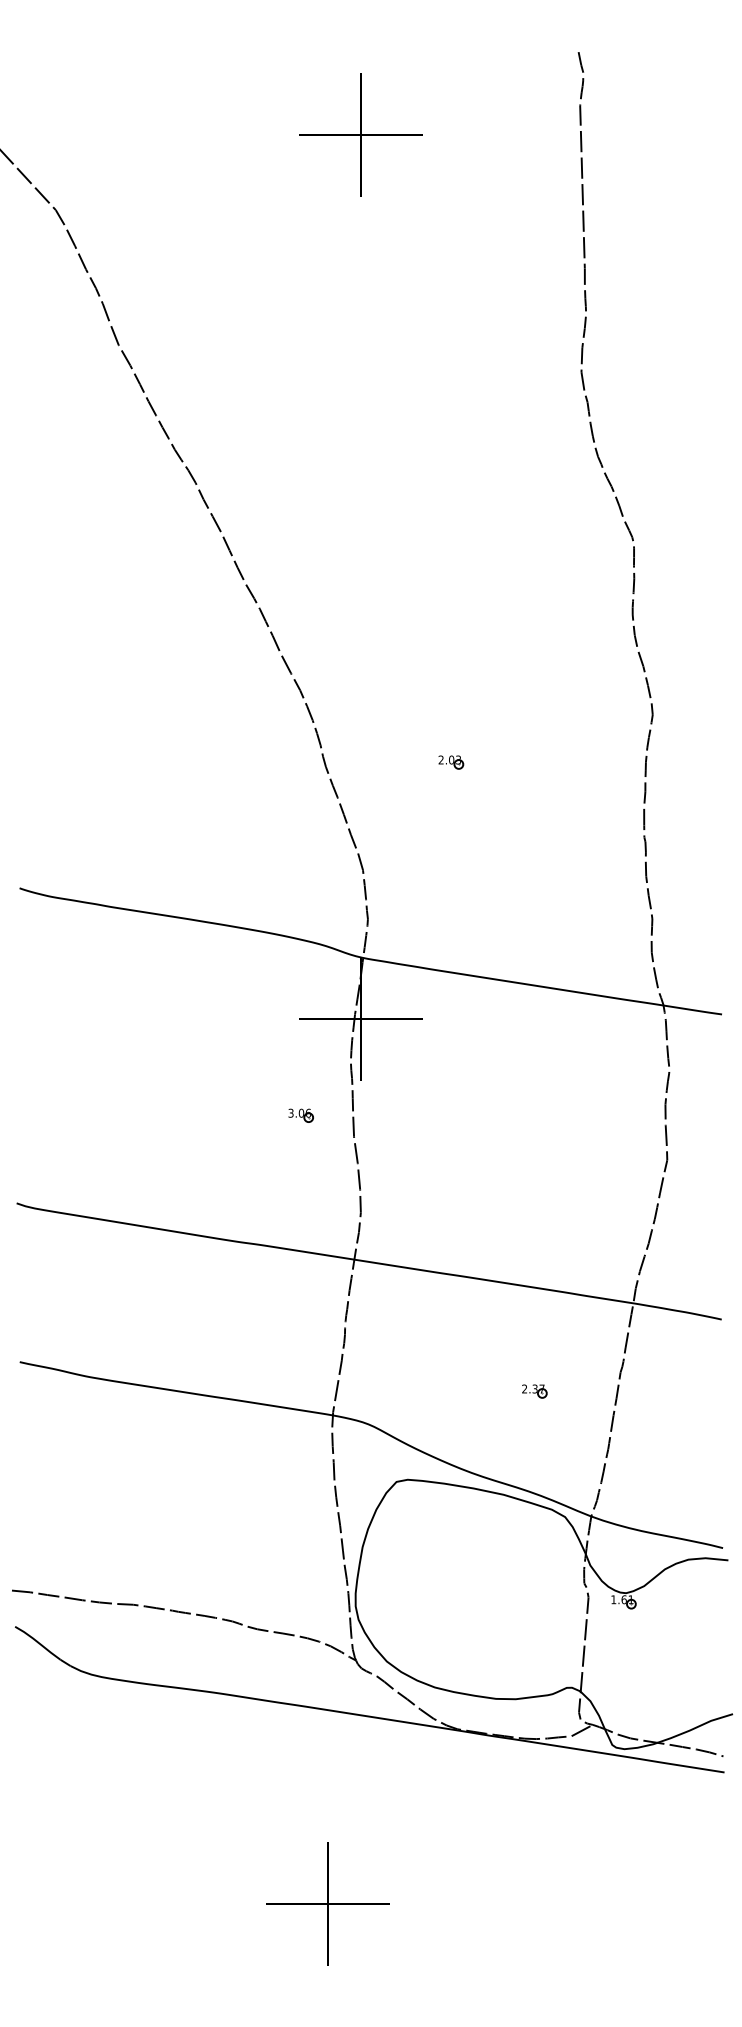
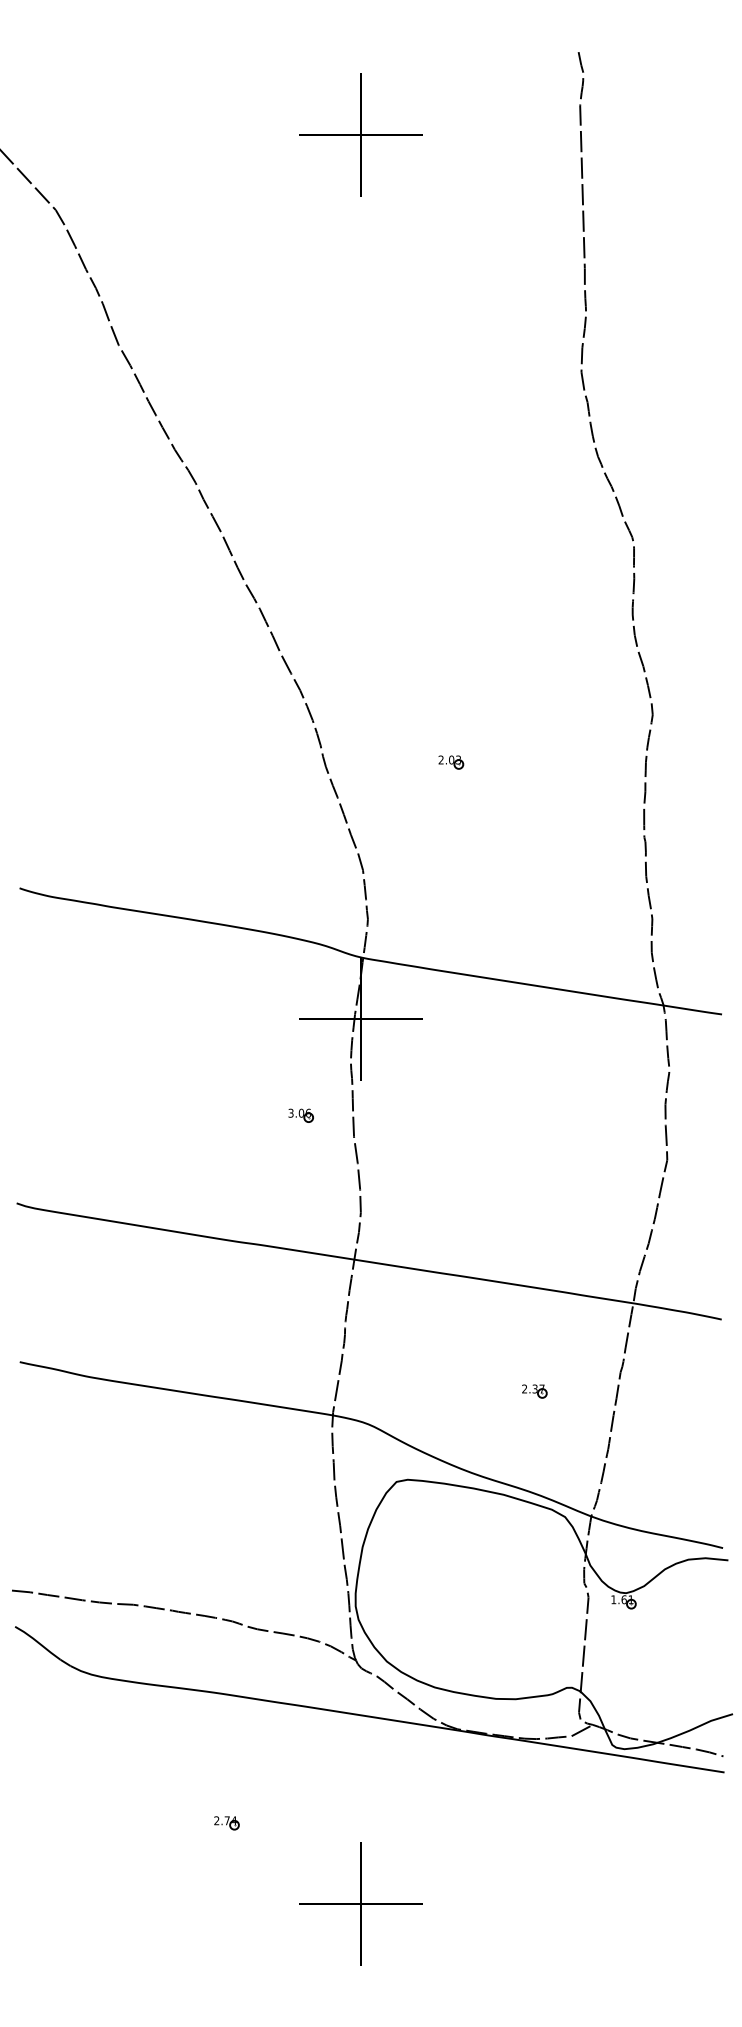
part at (226, 1823): none -> present
part at (327, 1903) position: (327, 1903) -> (360, 1903)
